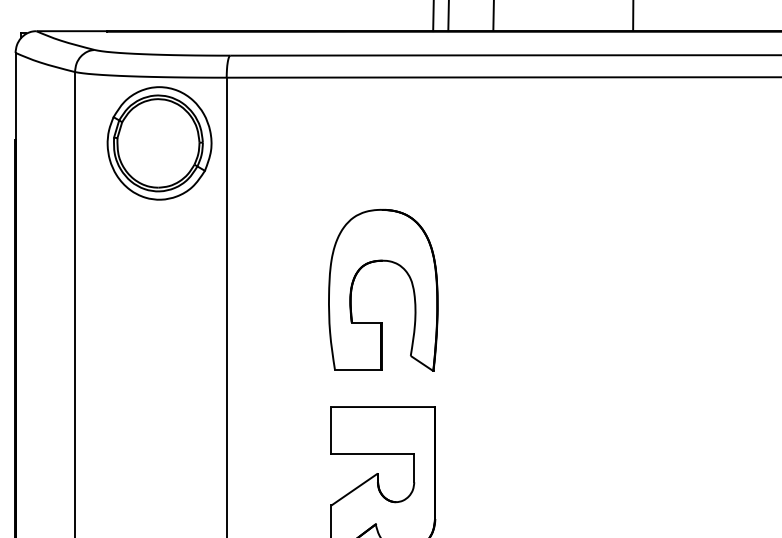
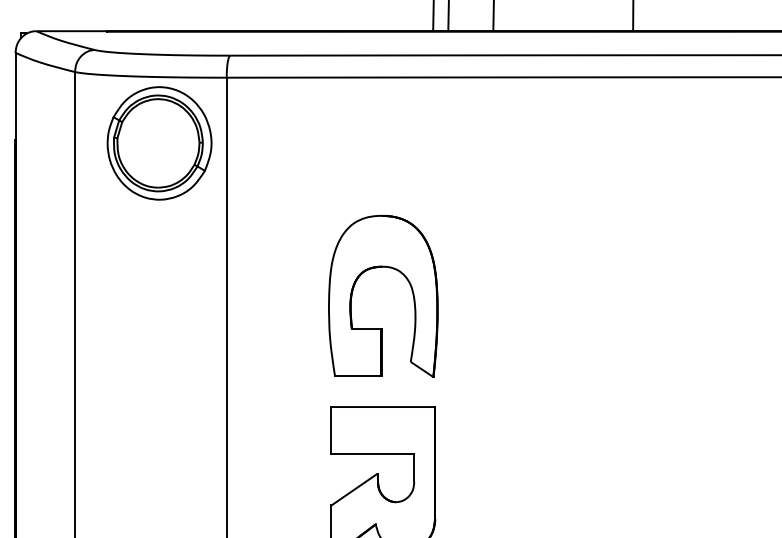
part at (409, 279) position: (409, 279) -> (409, 285)
